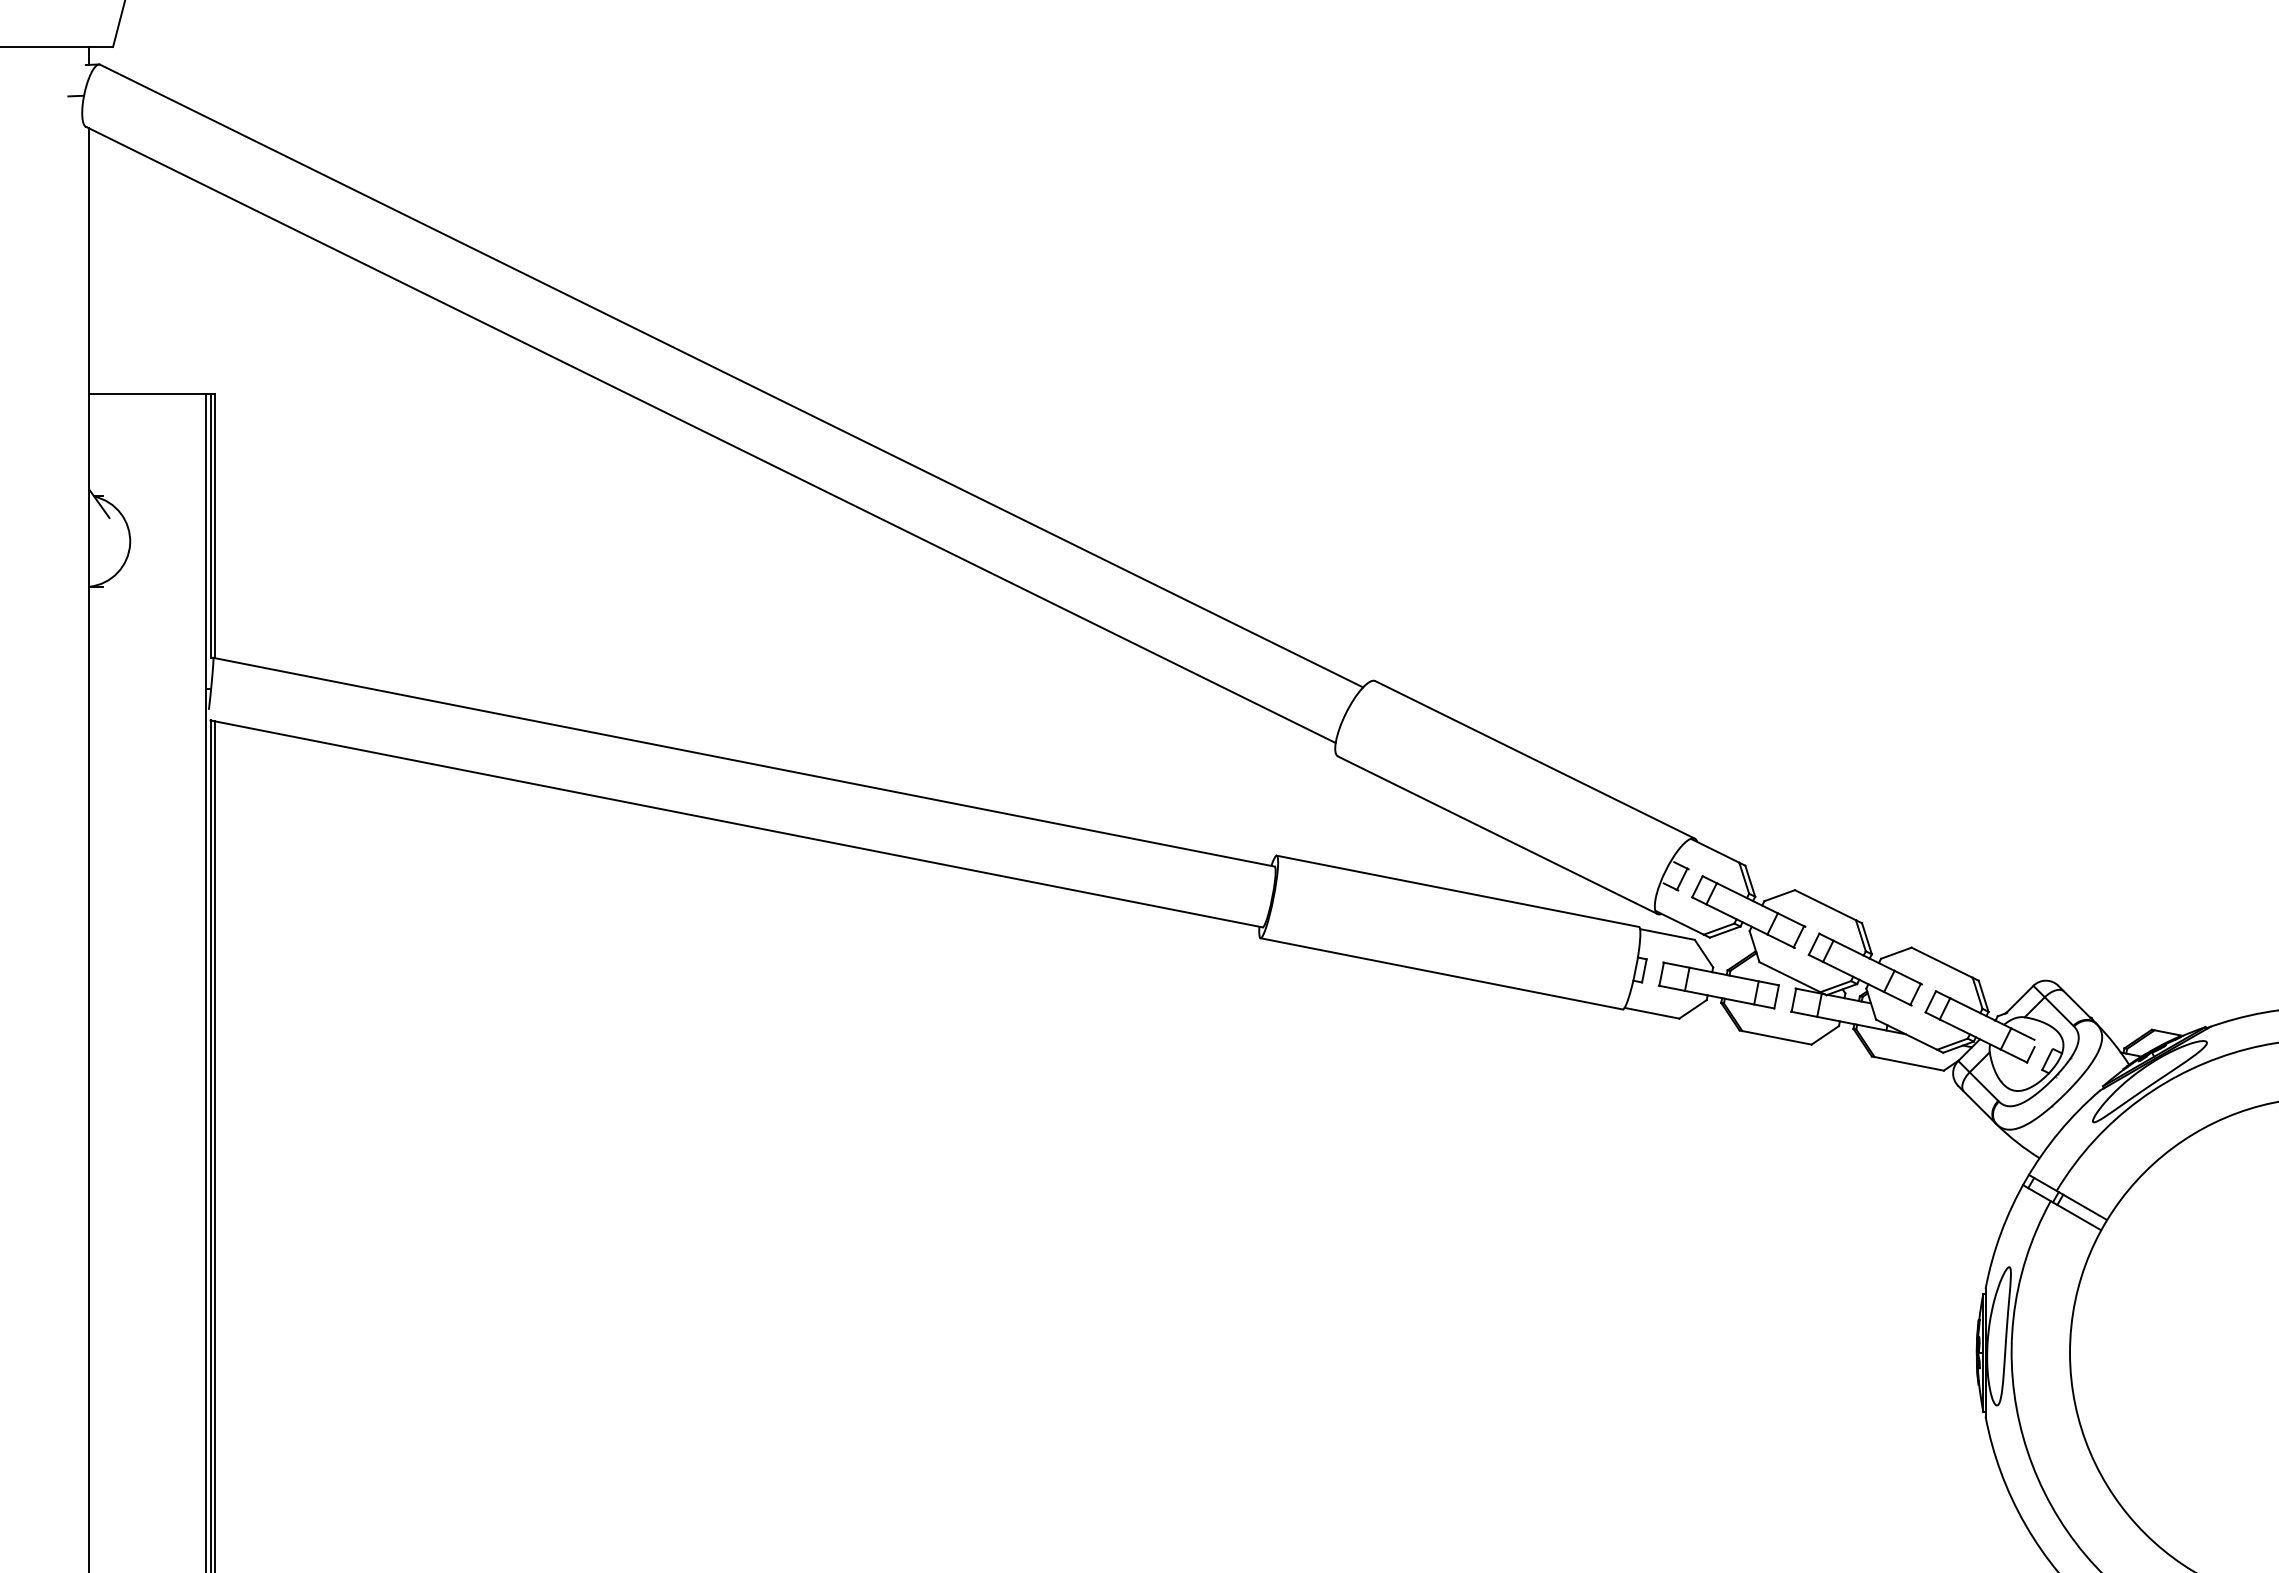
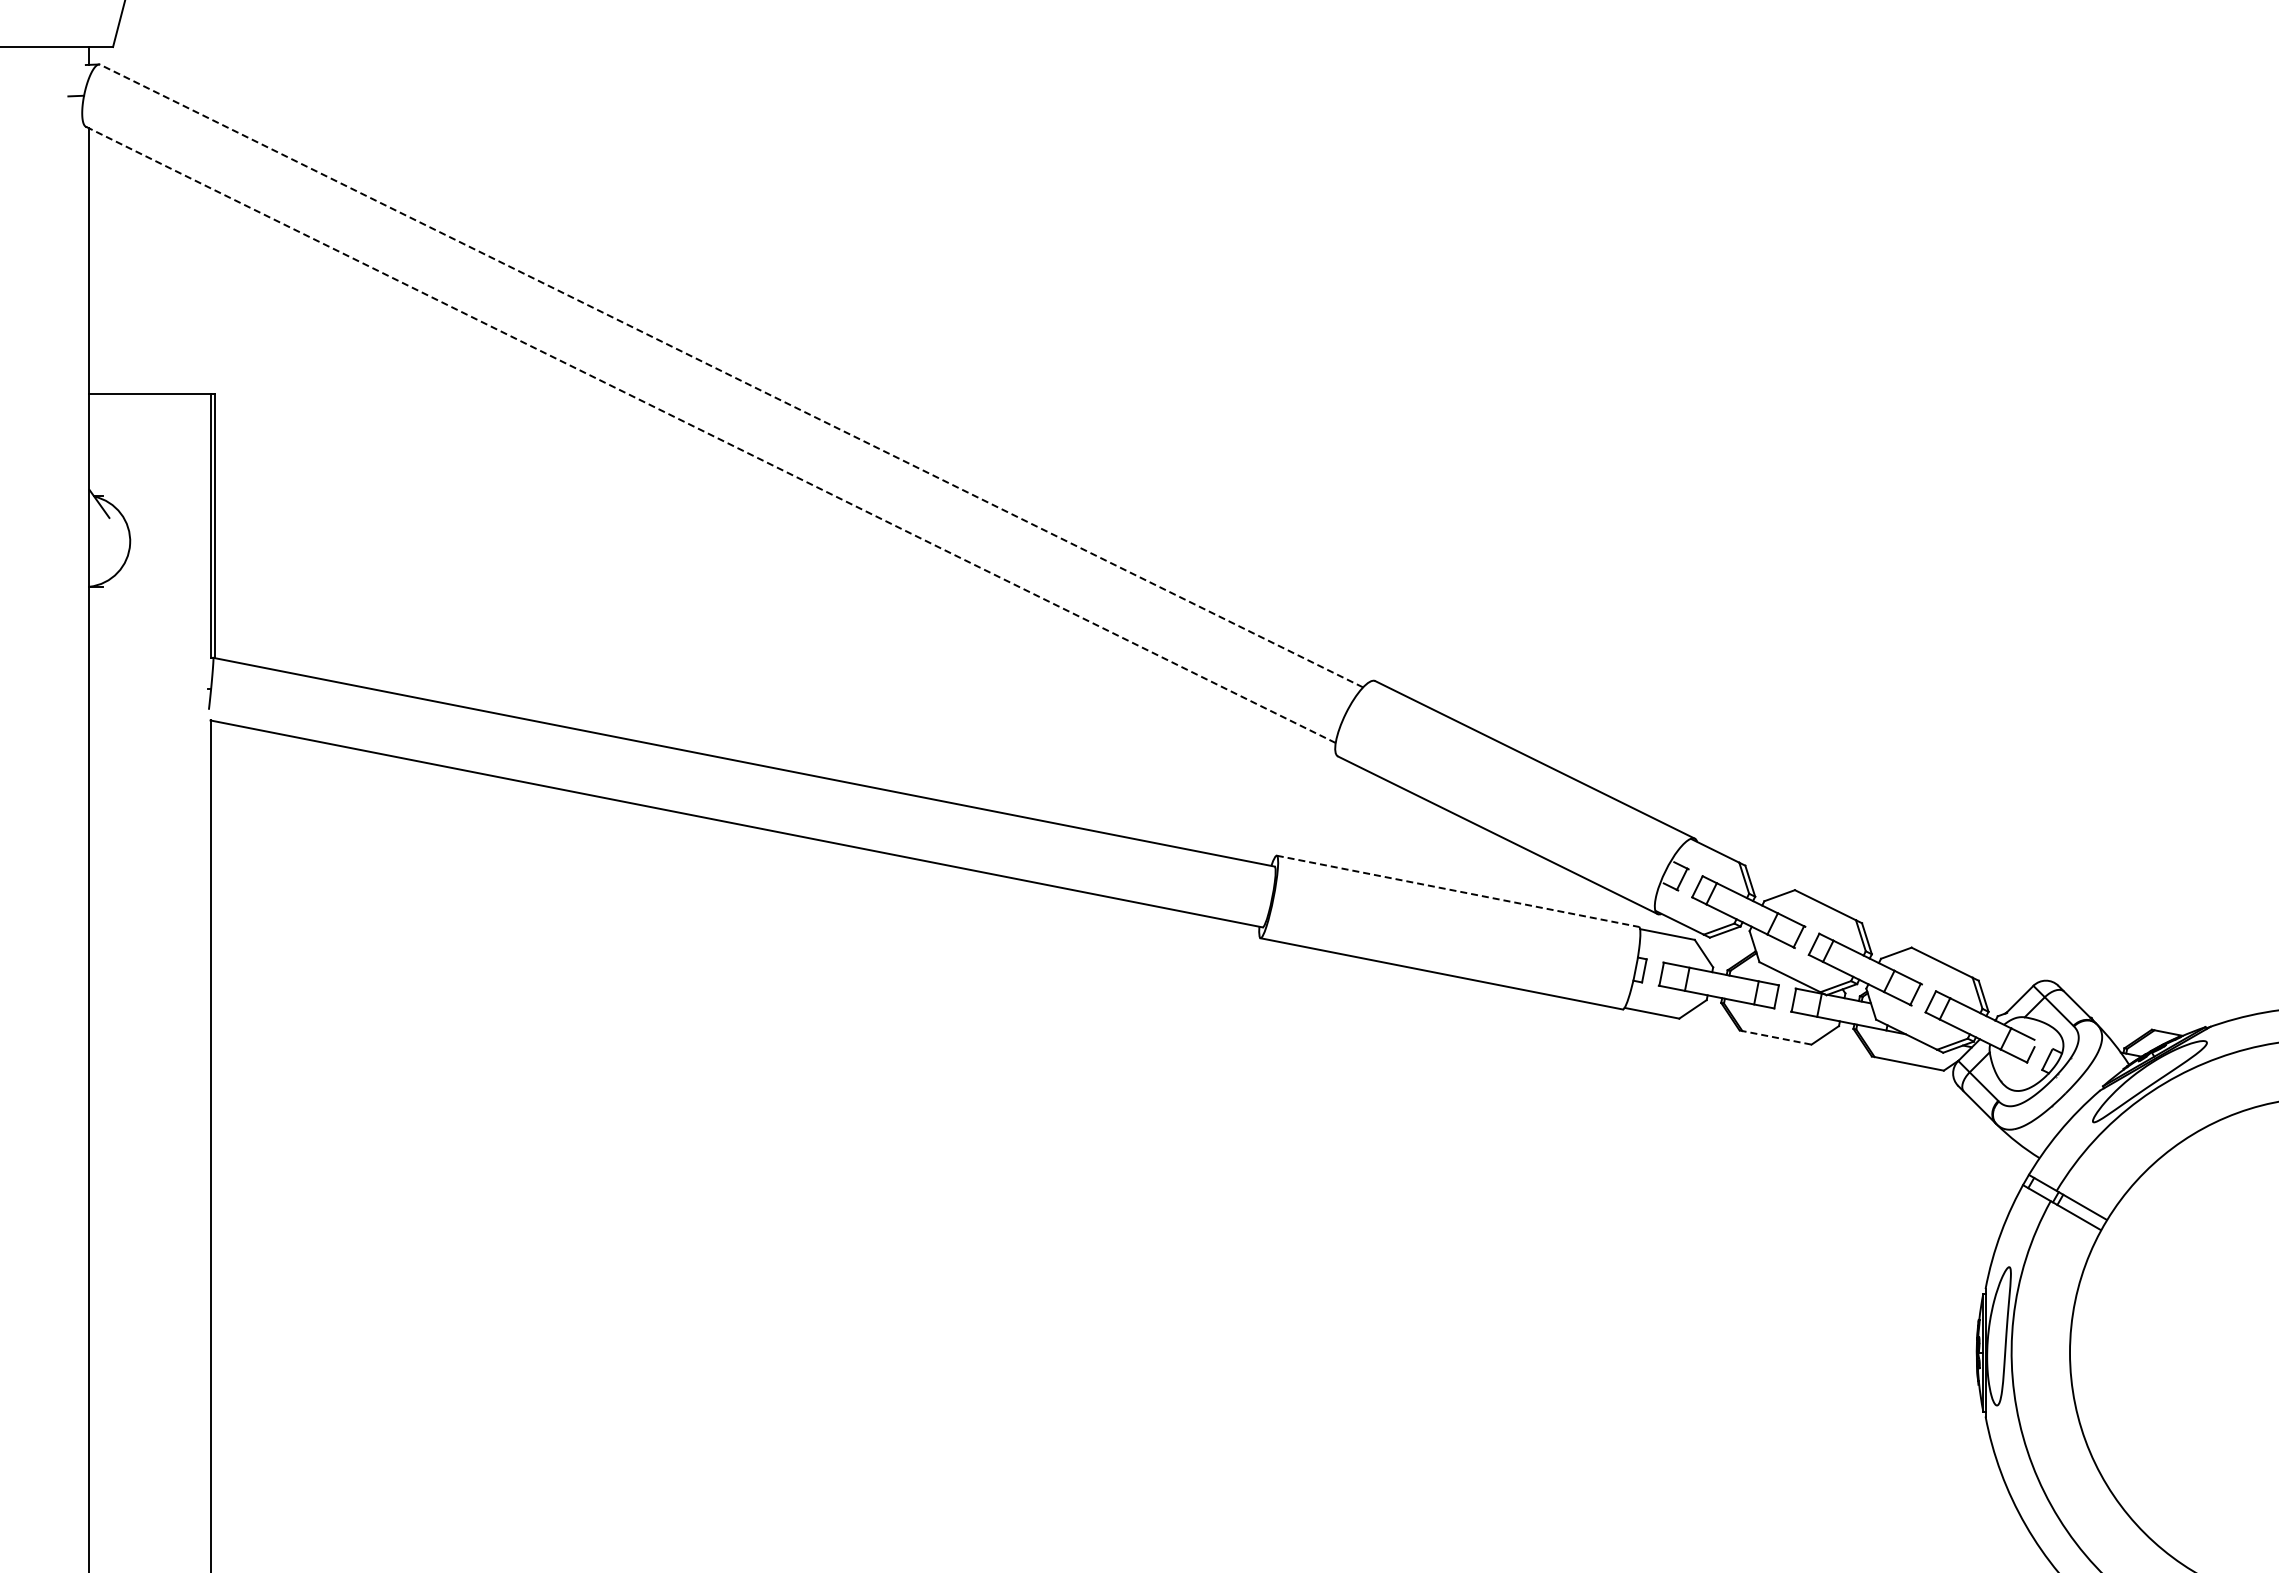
line at (731, 375): solid -> dashed
line at (710, 434): solid -> dashed
line at (1457, 891): solid -> dashed
line at (205, 981): present -> none
line at (1775, 1037): solid -> dashed
line at (215, 1145): present -> none
